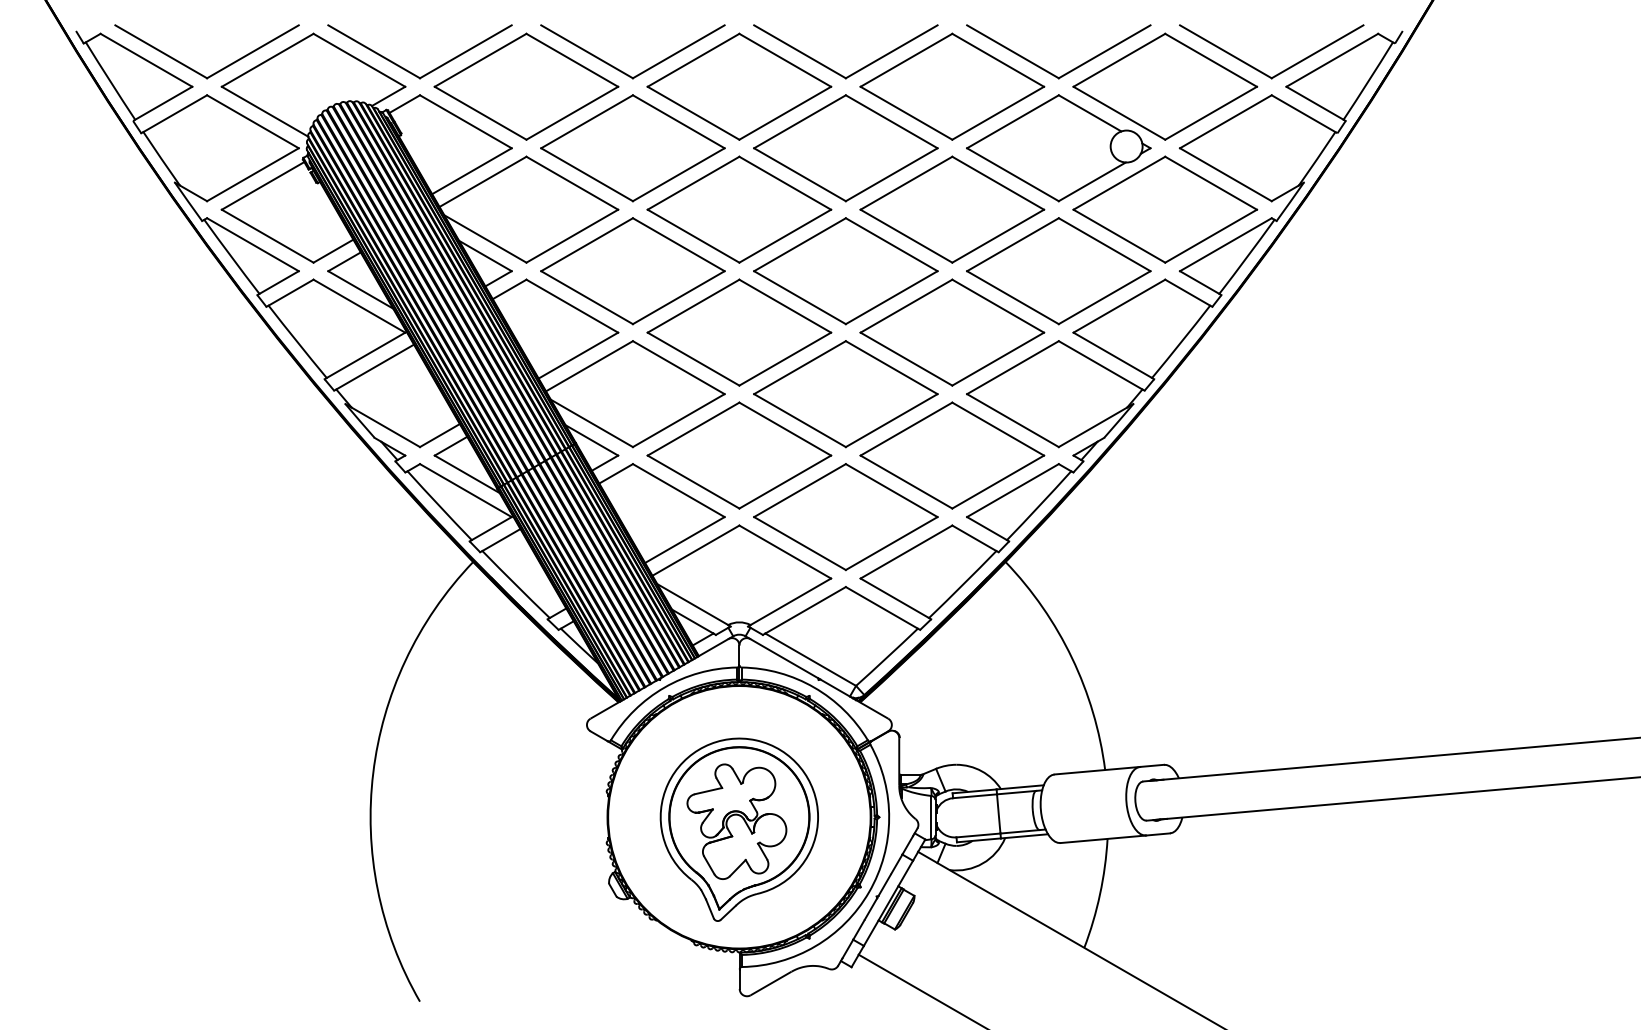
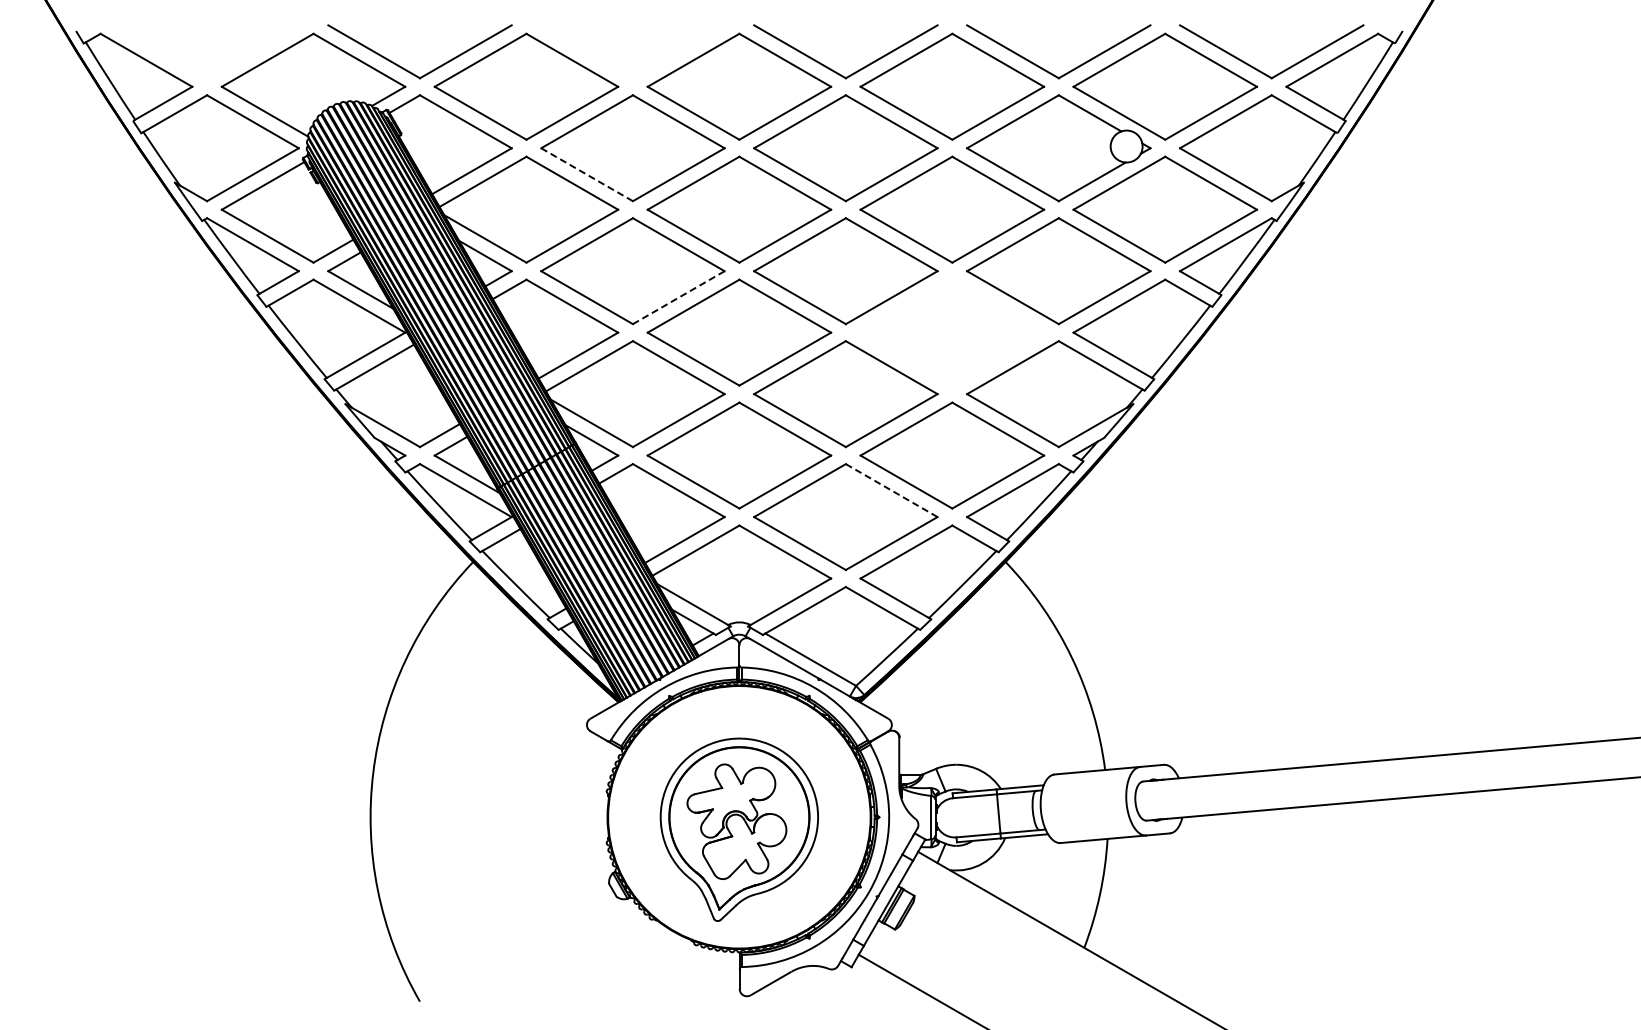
part at (194, 69): present -> none
part at (623, 71): present -> none
line at (587, 174): solid -> dashed
line at (678, 297): solid -> dashed
part at (952, 332): present -> none
line at (891, 490): solid -> dashed
